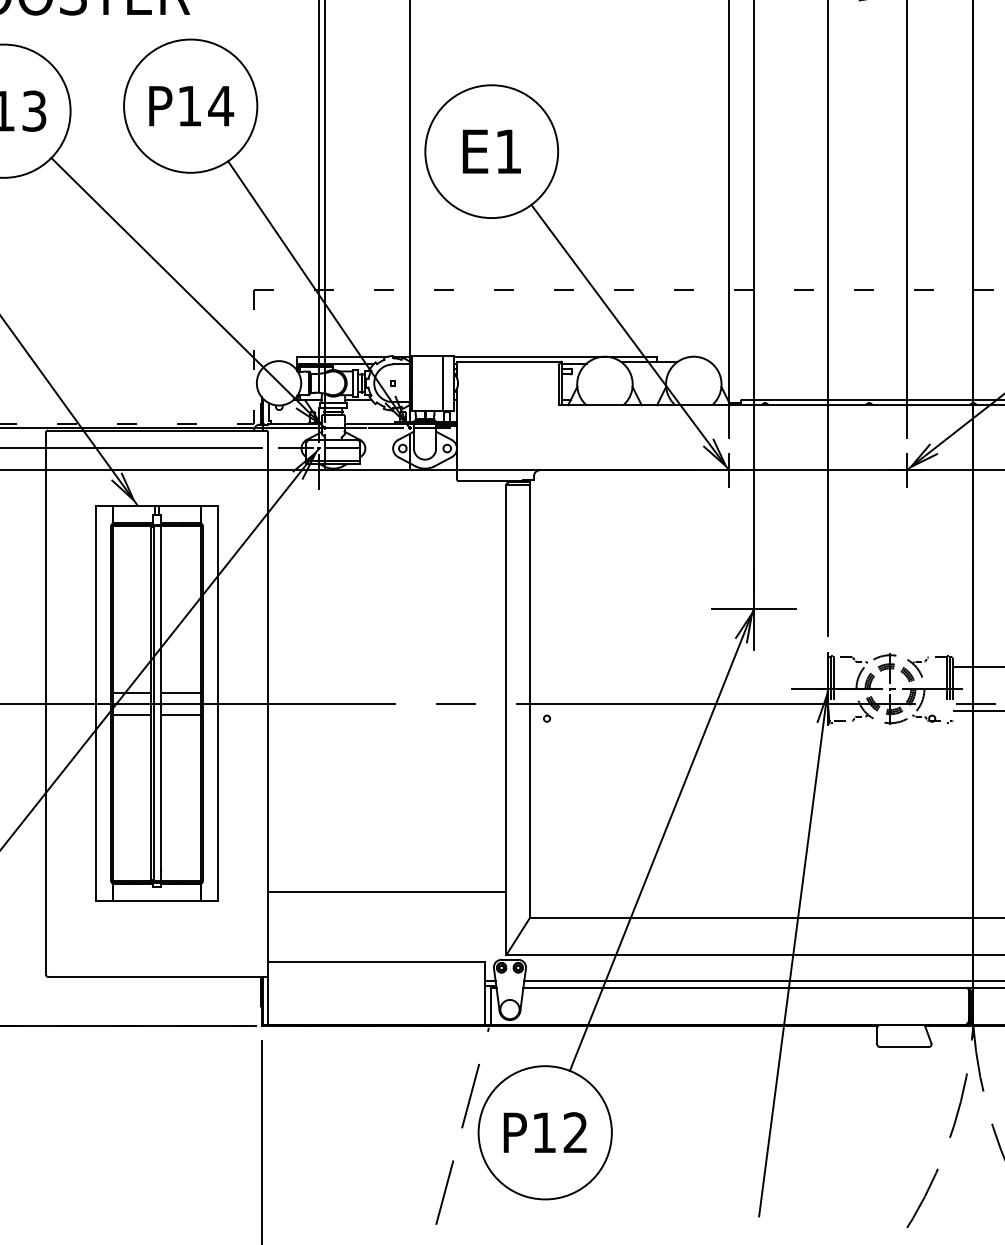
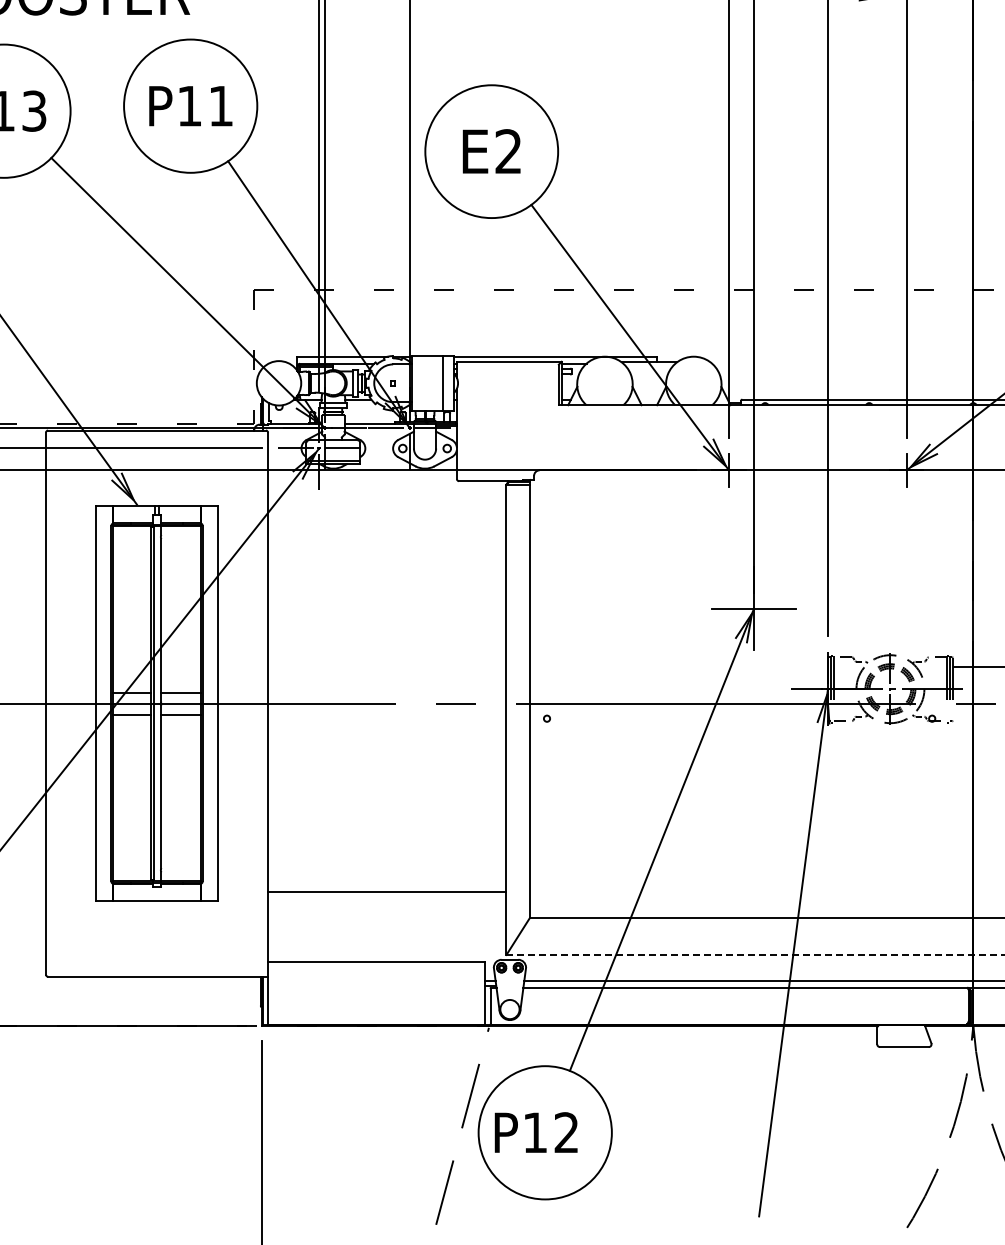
text at (221, 106): P14 -> P11
text at (507, 151): E1 -> E2
line at (976, 711): present -> none
line at (755, 954): solid -> dashed
text at (544, 1132) position: (544, 1132) -> (535, 1132)
